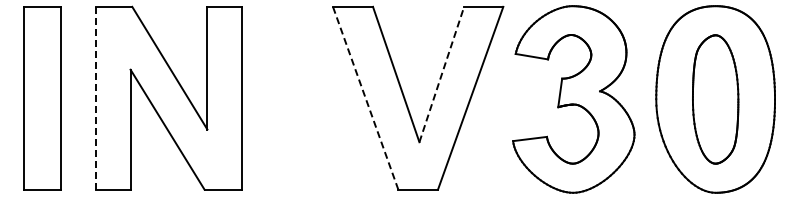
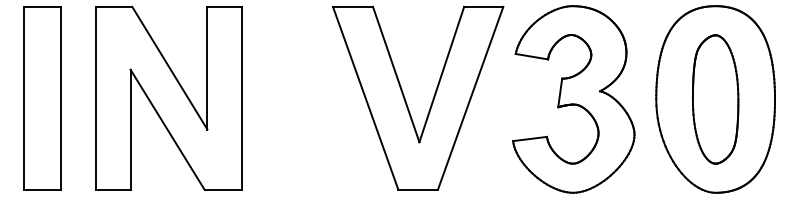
line at (441, 74): dashed -> solid
line at (96, 97): dashed -> solid
line at (365, 97): dashed -> solid
